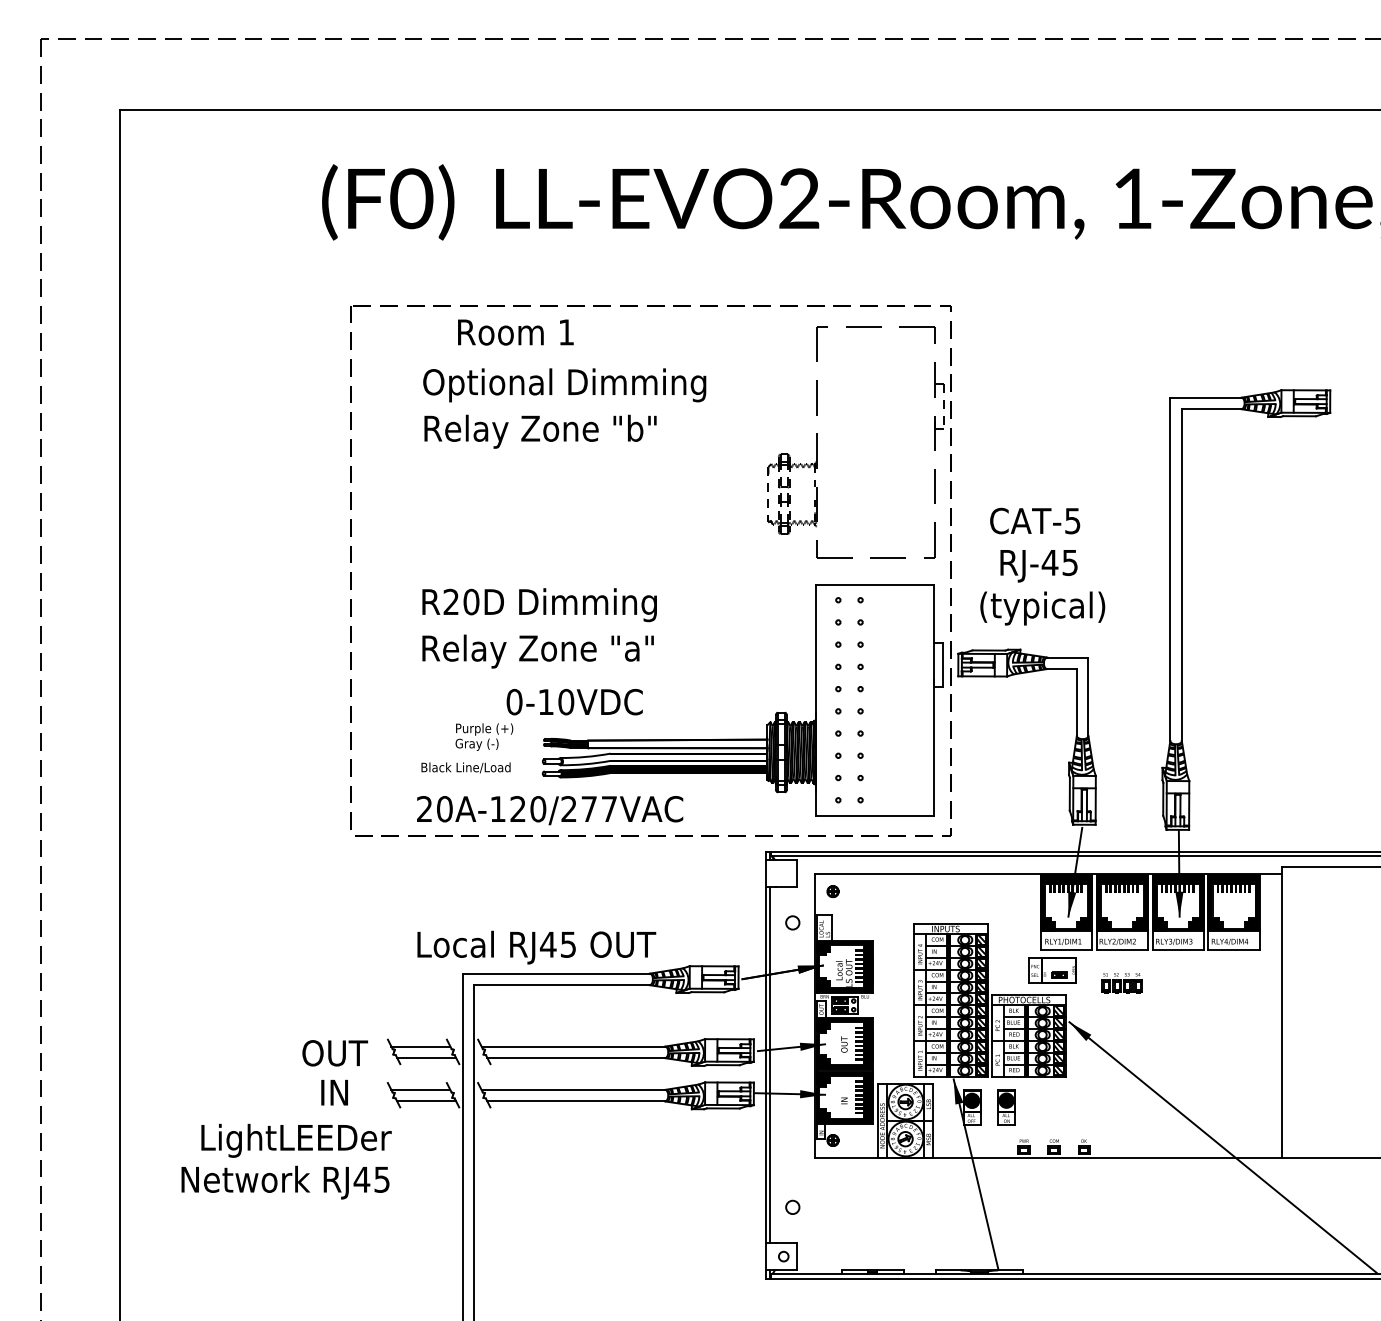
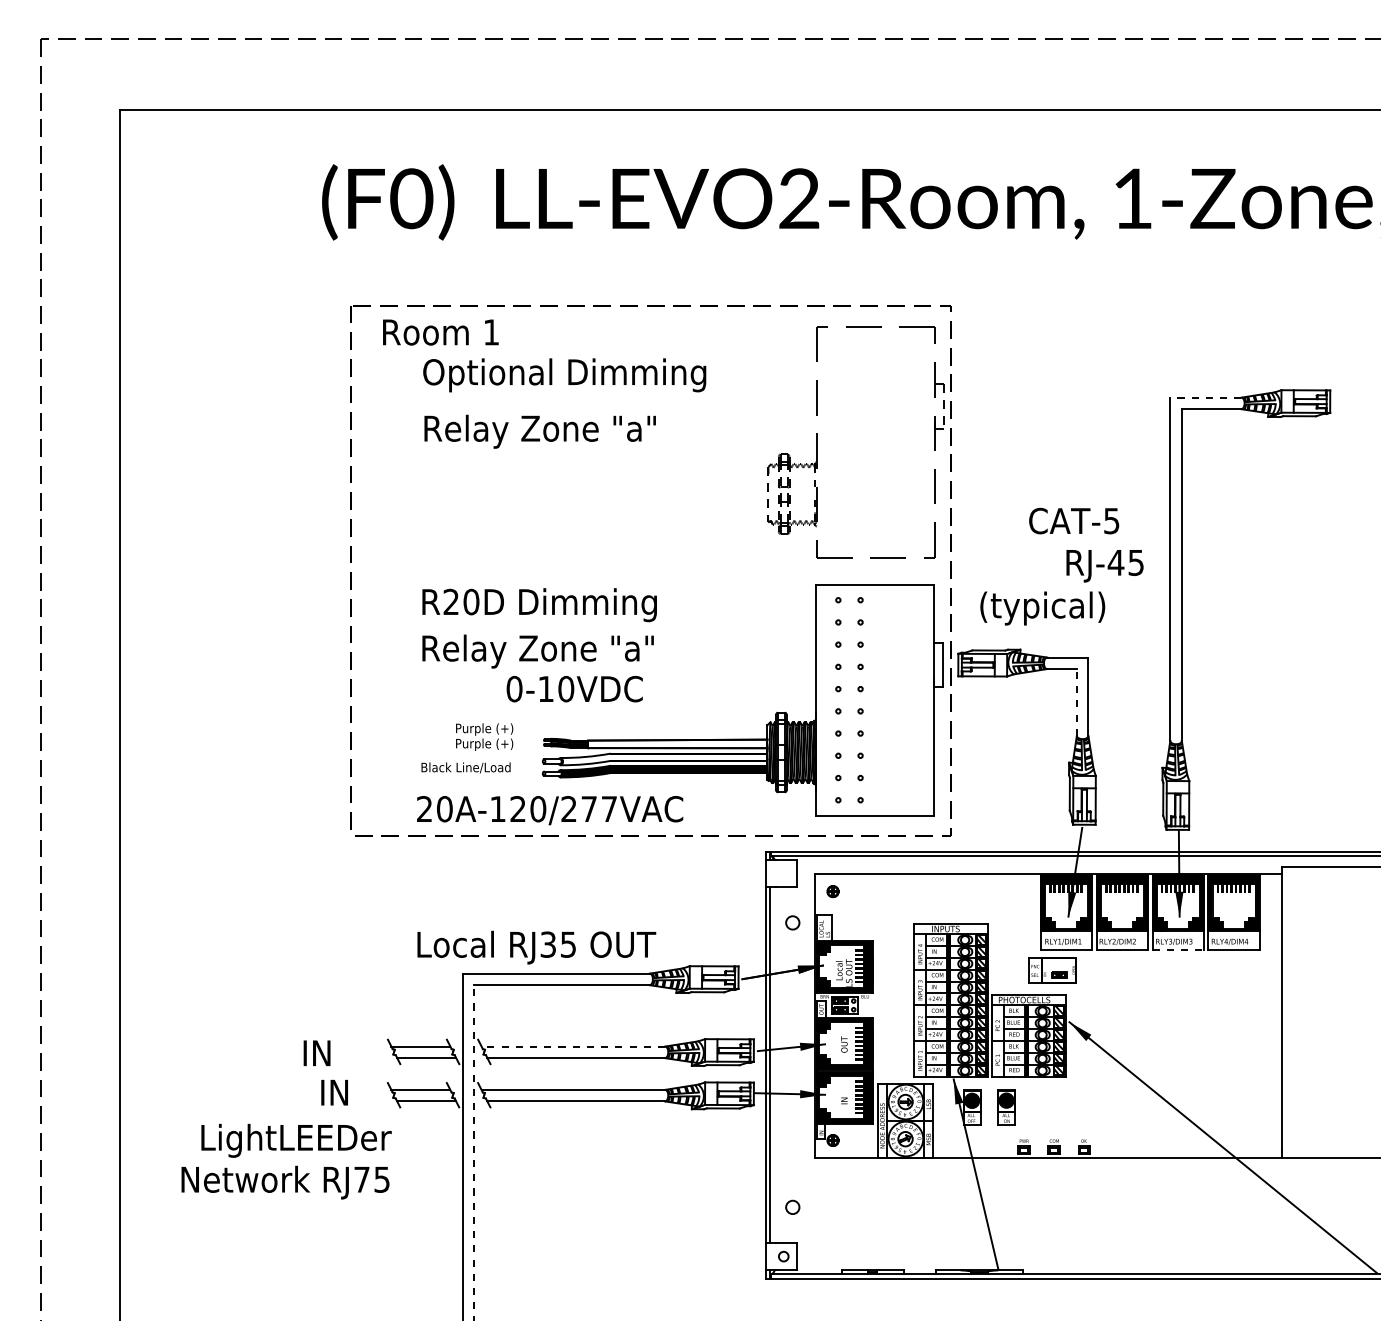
text at (515, 332) position: (515, 332) -> (440, 332)
text at (564, 385) position: (564, 385) -> (564, 375)
line at (1205, 397): solid -> dashed
text at (641, 427): Relay Zone "b" -> Relay Zone "a"
text at (1035, 520) position: (1035, 520) -> (1074, 520)
text at (1038, 566) position: (1038, 566) -> (1104, 566)
line at (1076, 701): solid -> dashed
text at (574, 702) position: (574, 702) -> (574, 689)
text at (484, 744): Gray (-) -> Purple (+)
text at (547, 944): RJ45 -> RJ35
line at (1178, 949): solid -> dashed
part at (1121, 983): present -> none
line at (573, 1046): solid -> dashed
text at (335, 1053): OUT -> IN
line at (474, 1153): solid -> dashed
text at (361, 1179): RJ45 -> RJ75
